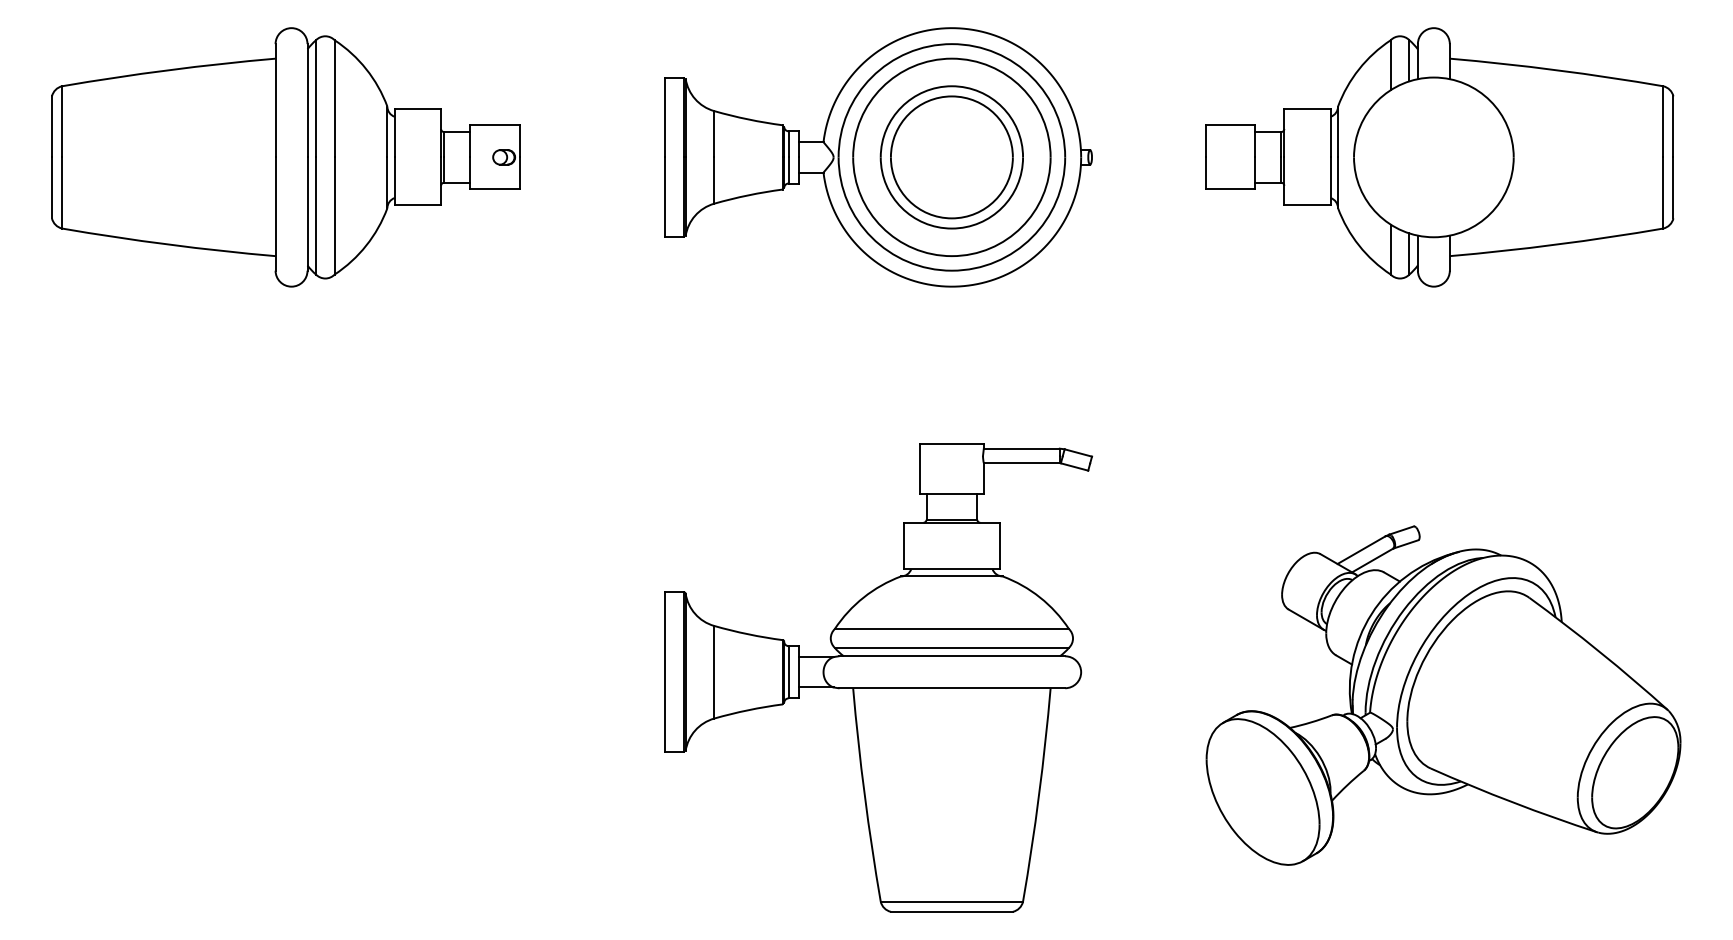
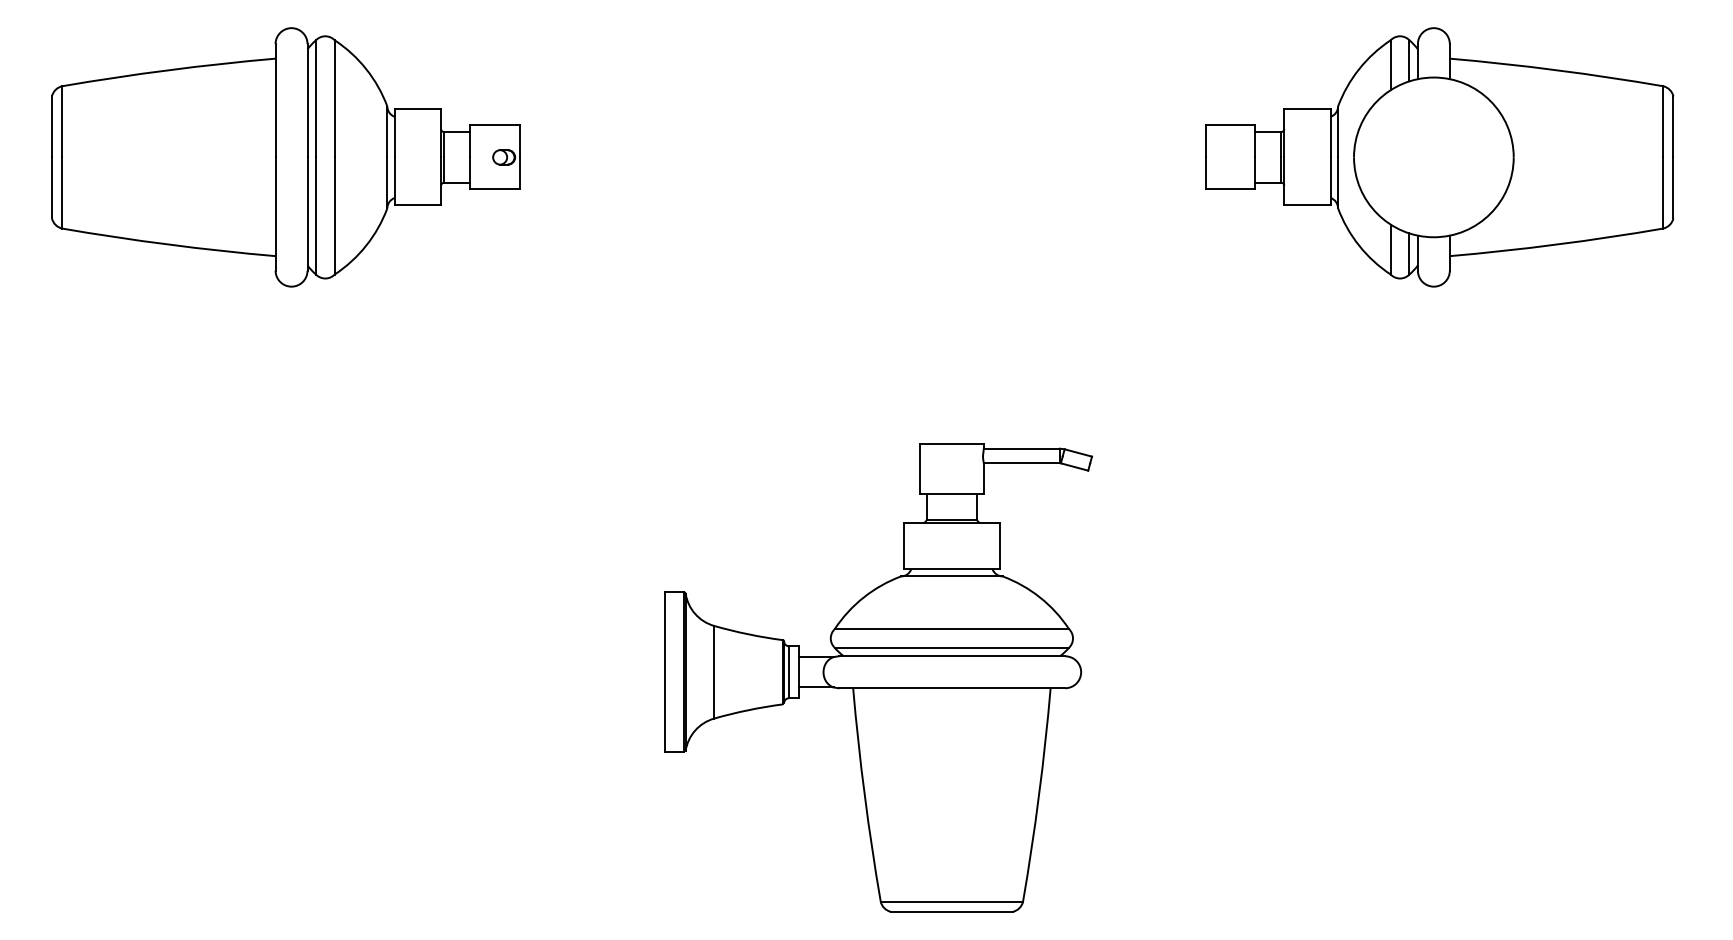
part at (878, 157): present -> none
part at (1443, 695): present -> none
